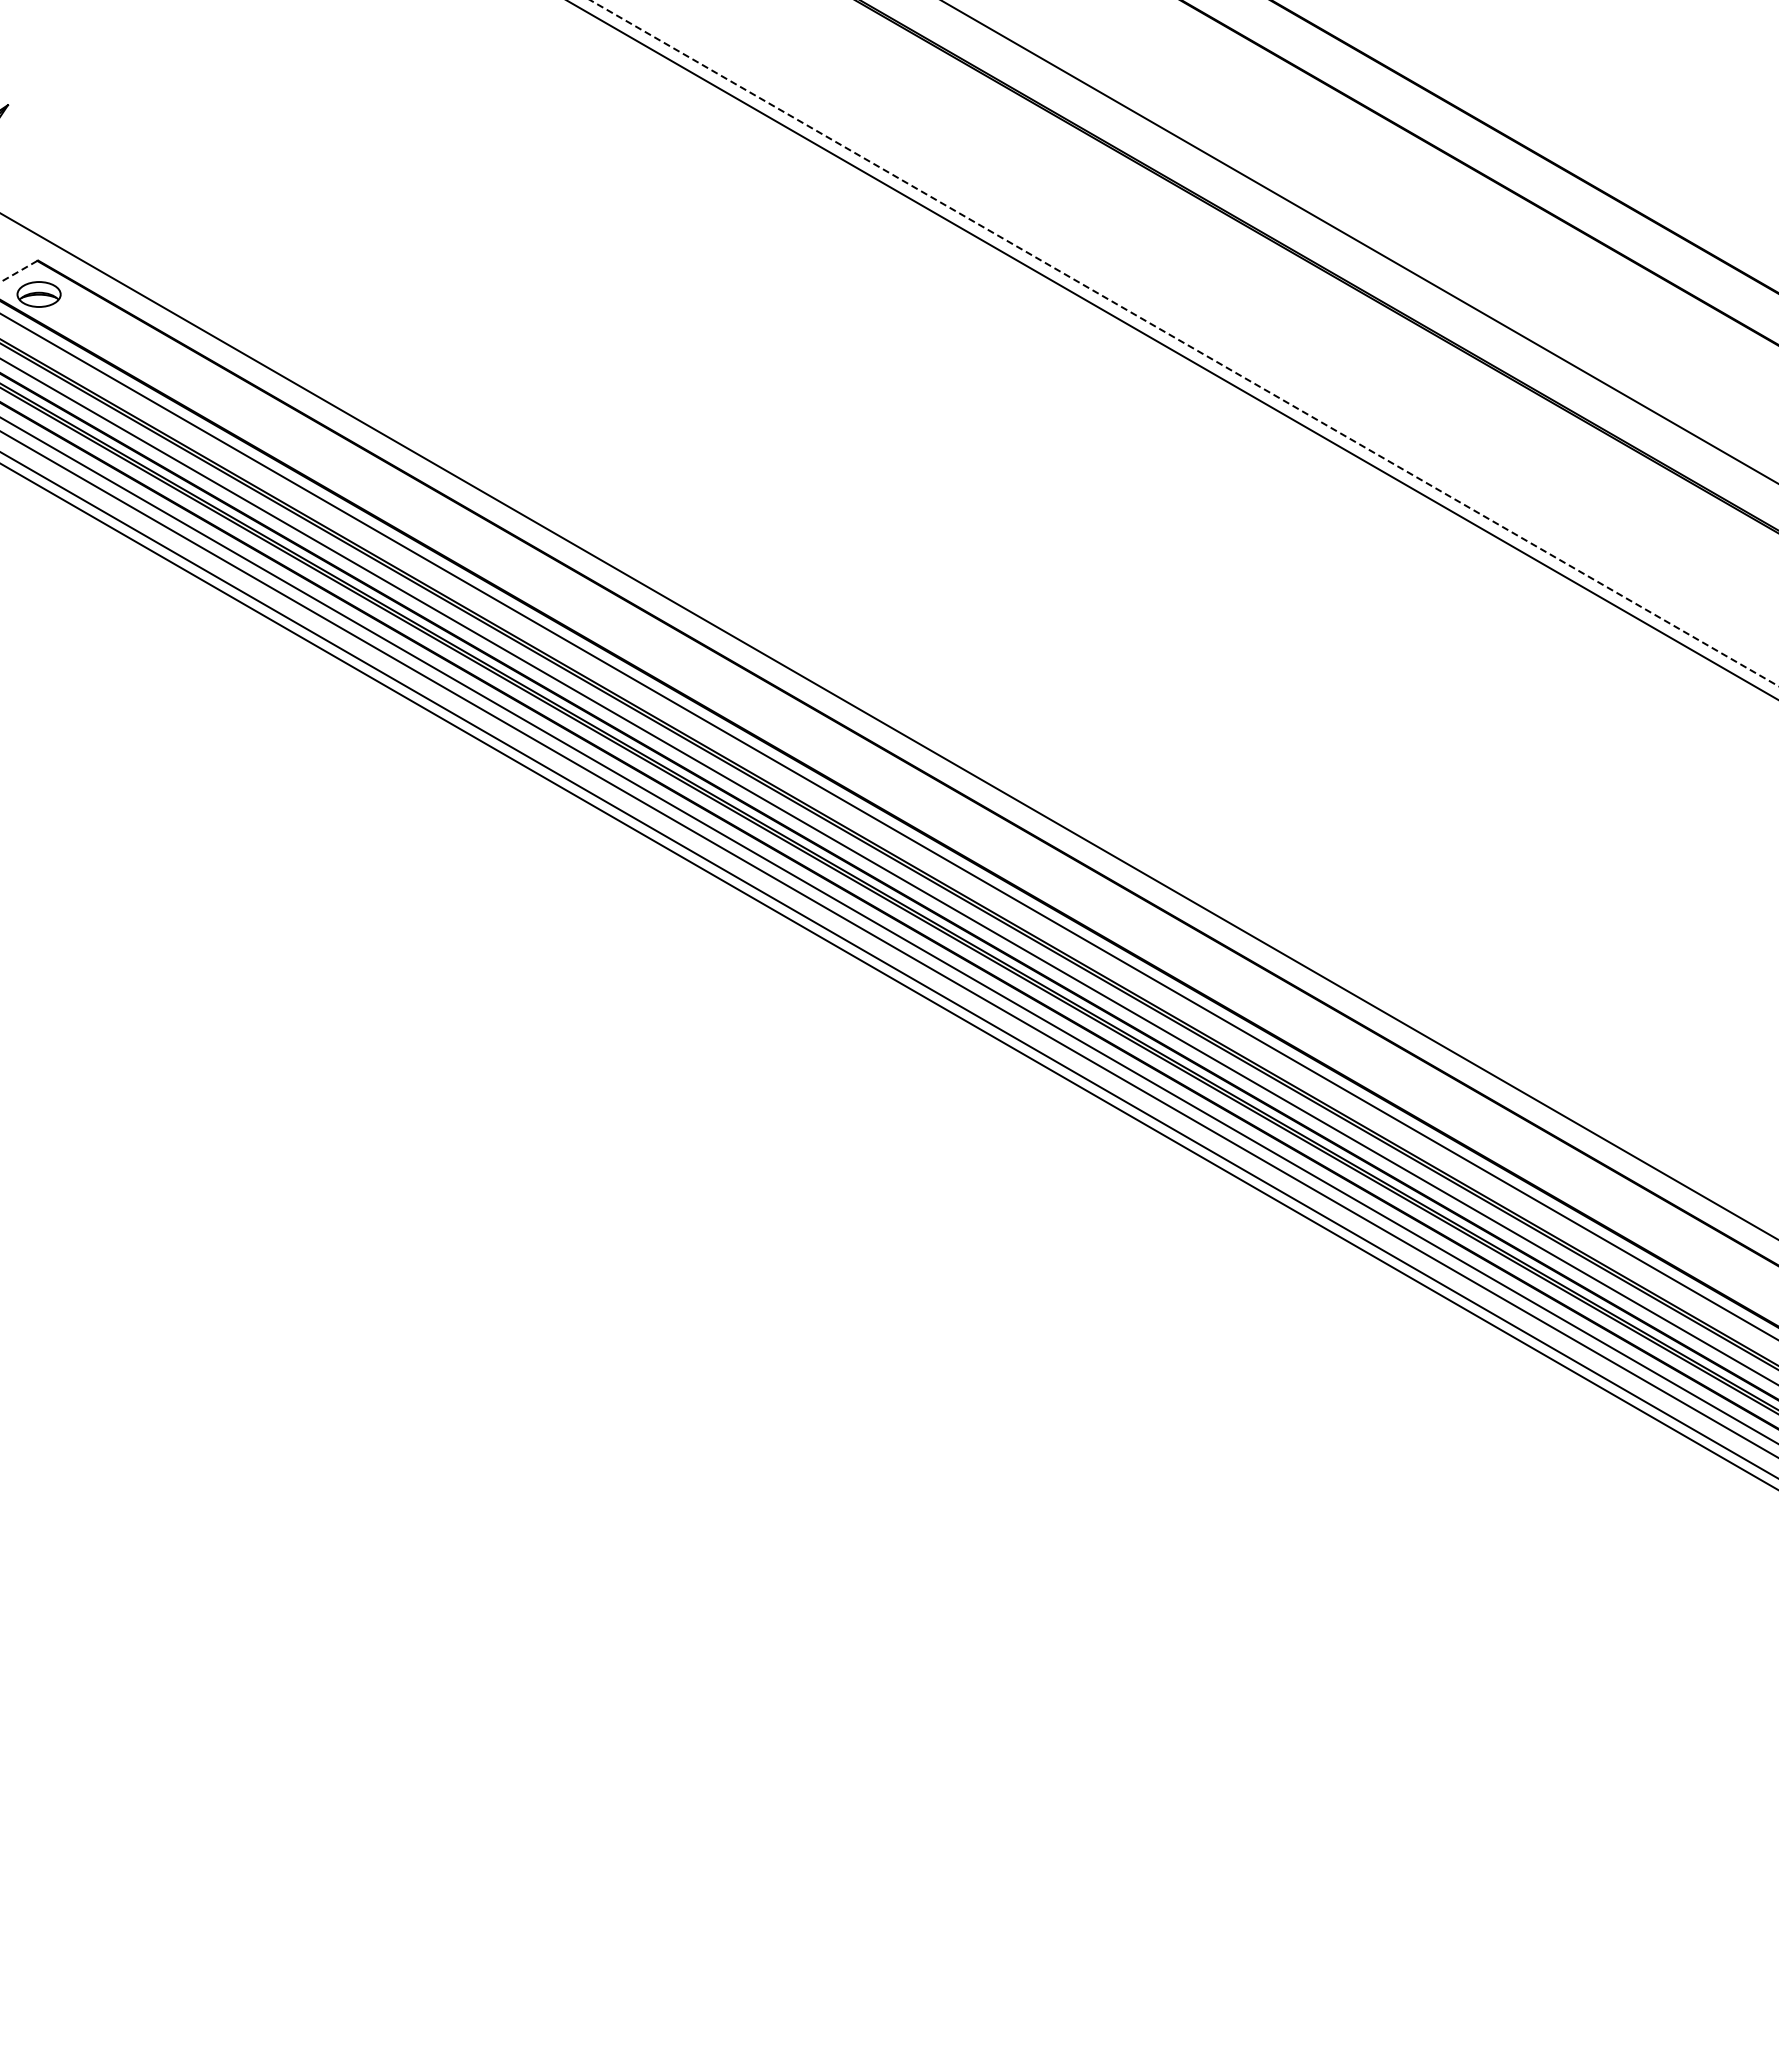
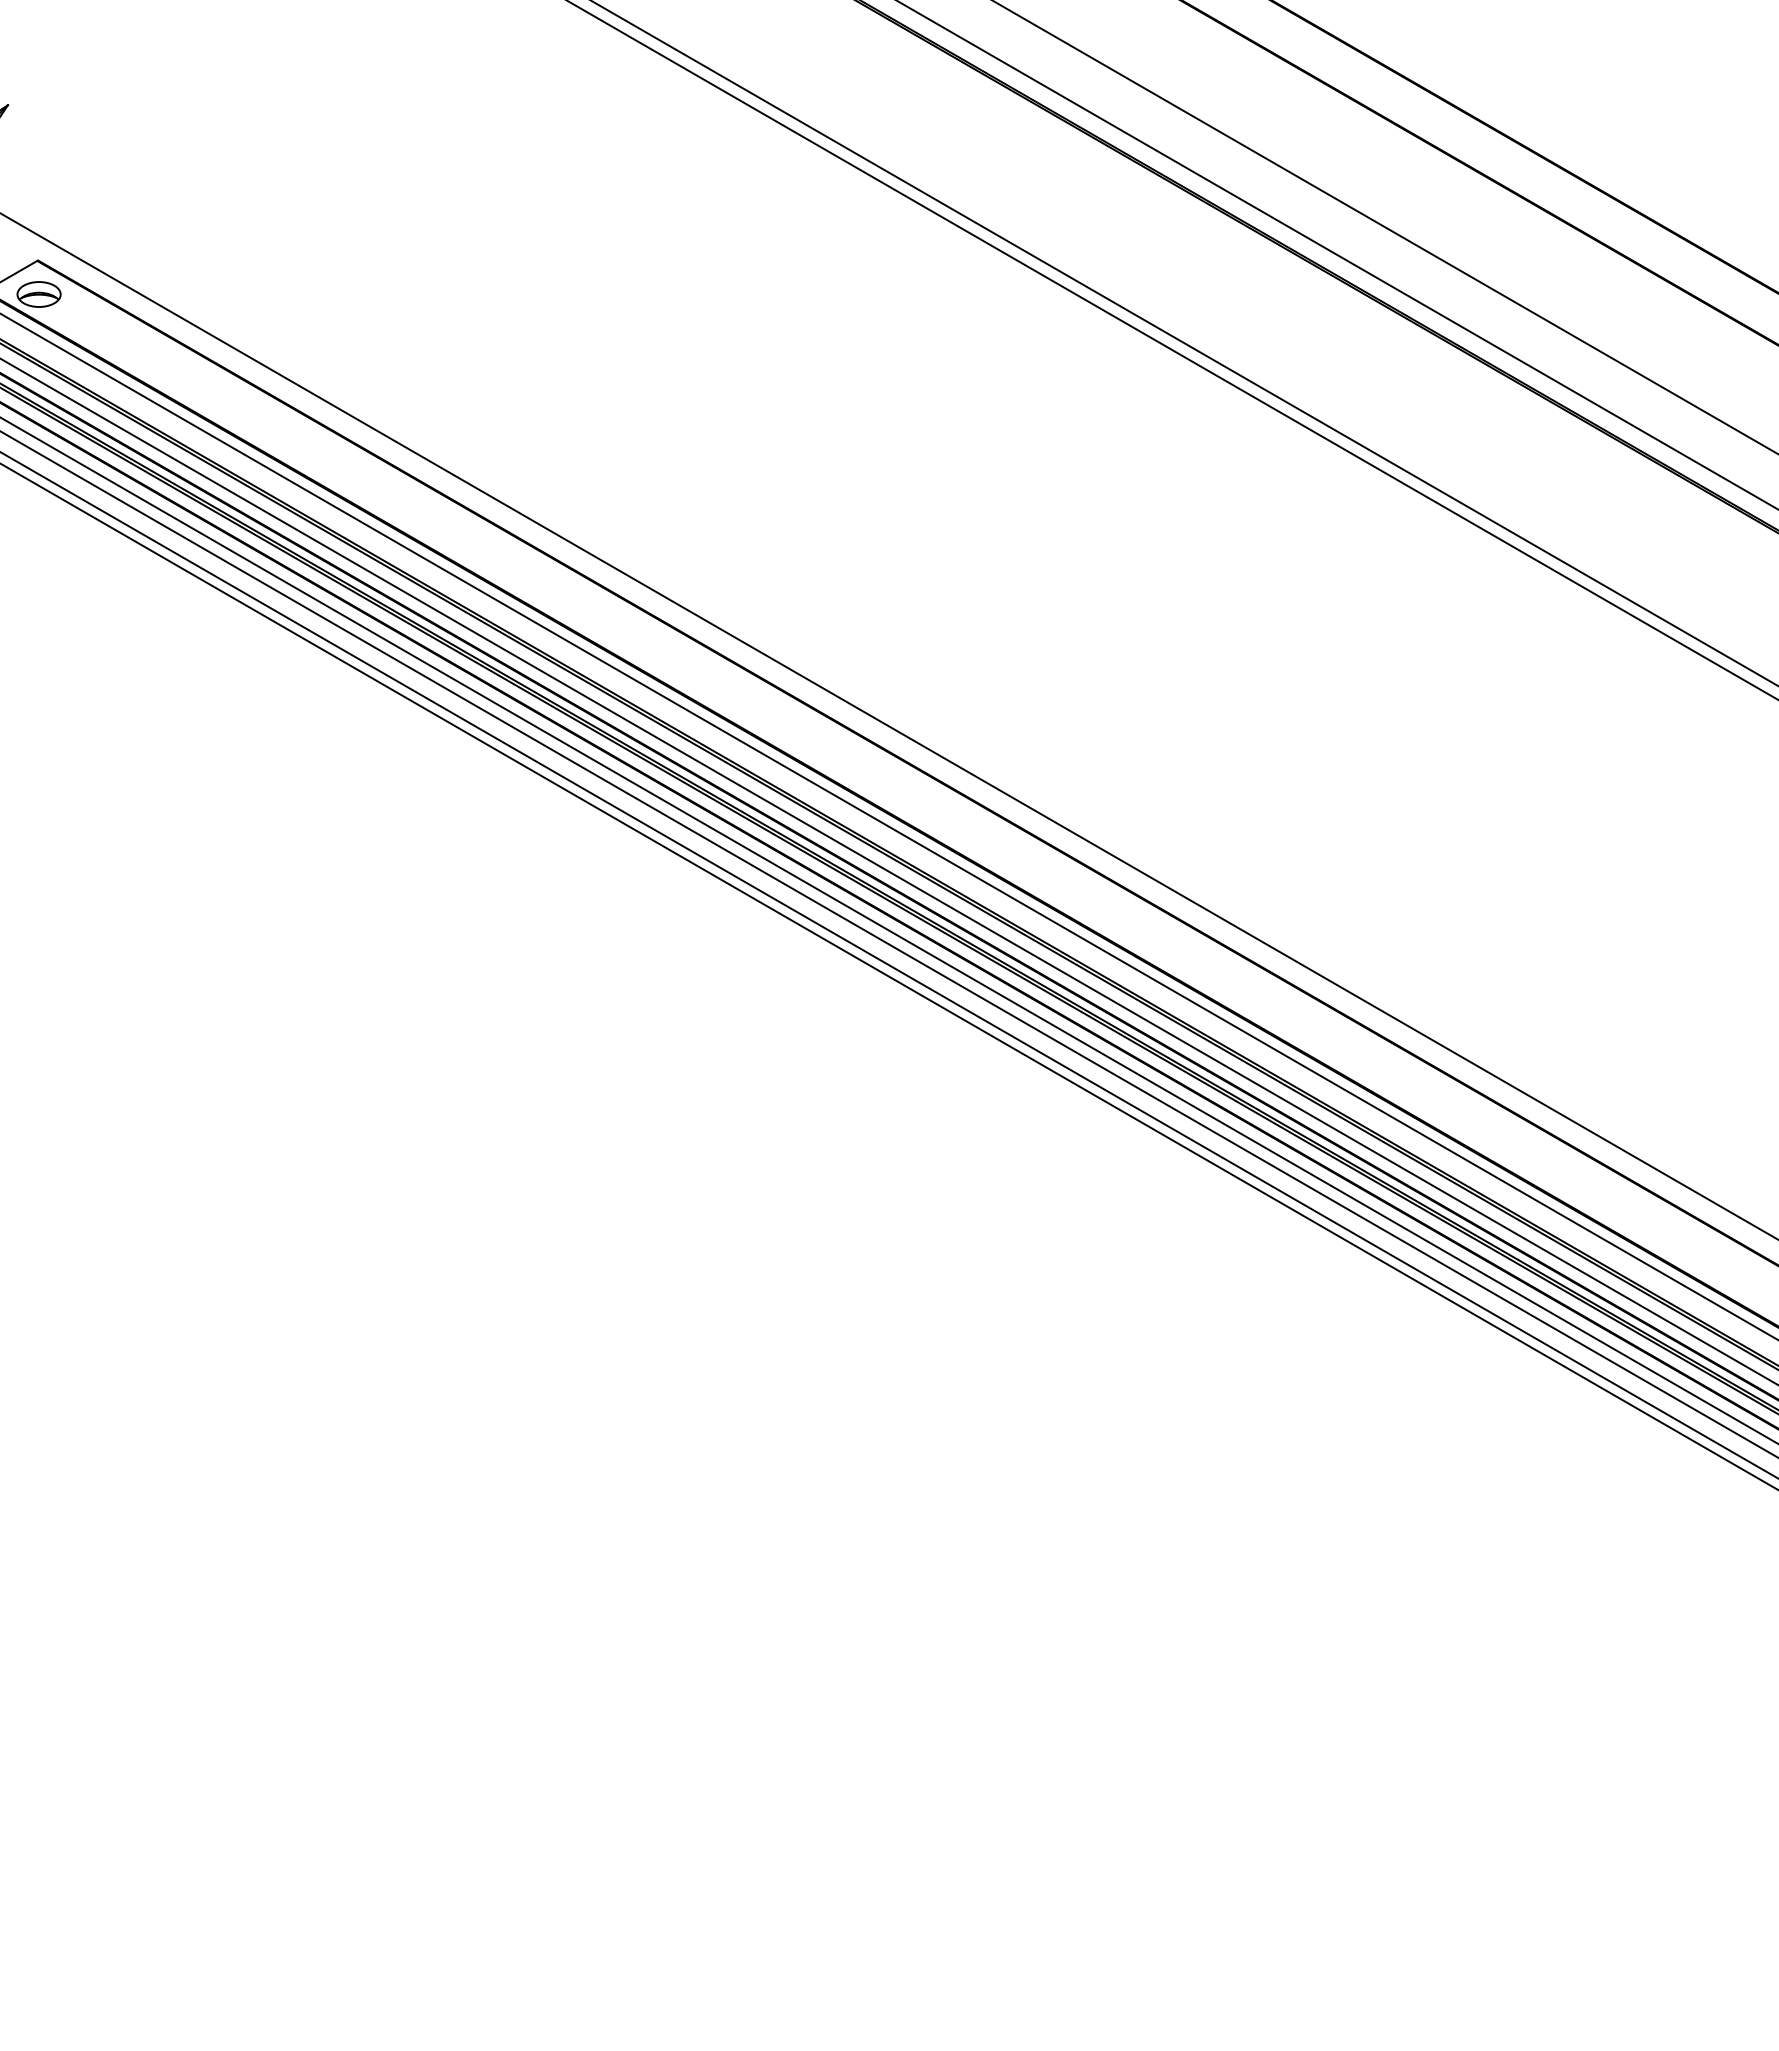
line at (1359, 242) position: (1359, 242) -> (1385, 227)
line at (1337, 255): none -> present
line at (18, 271): dashed -> solid
line at (1184, 343): dashed -> solid
